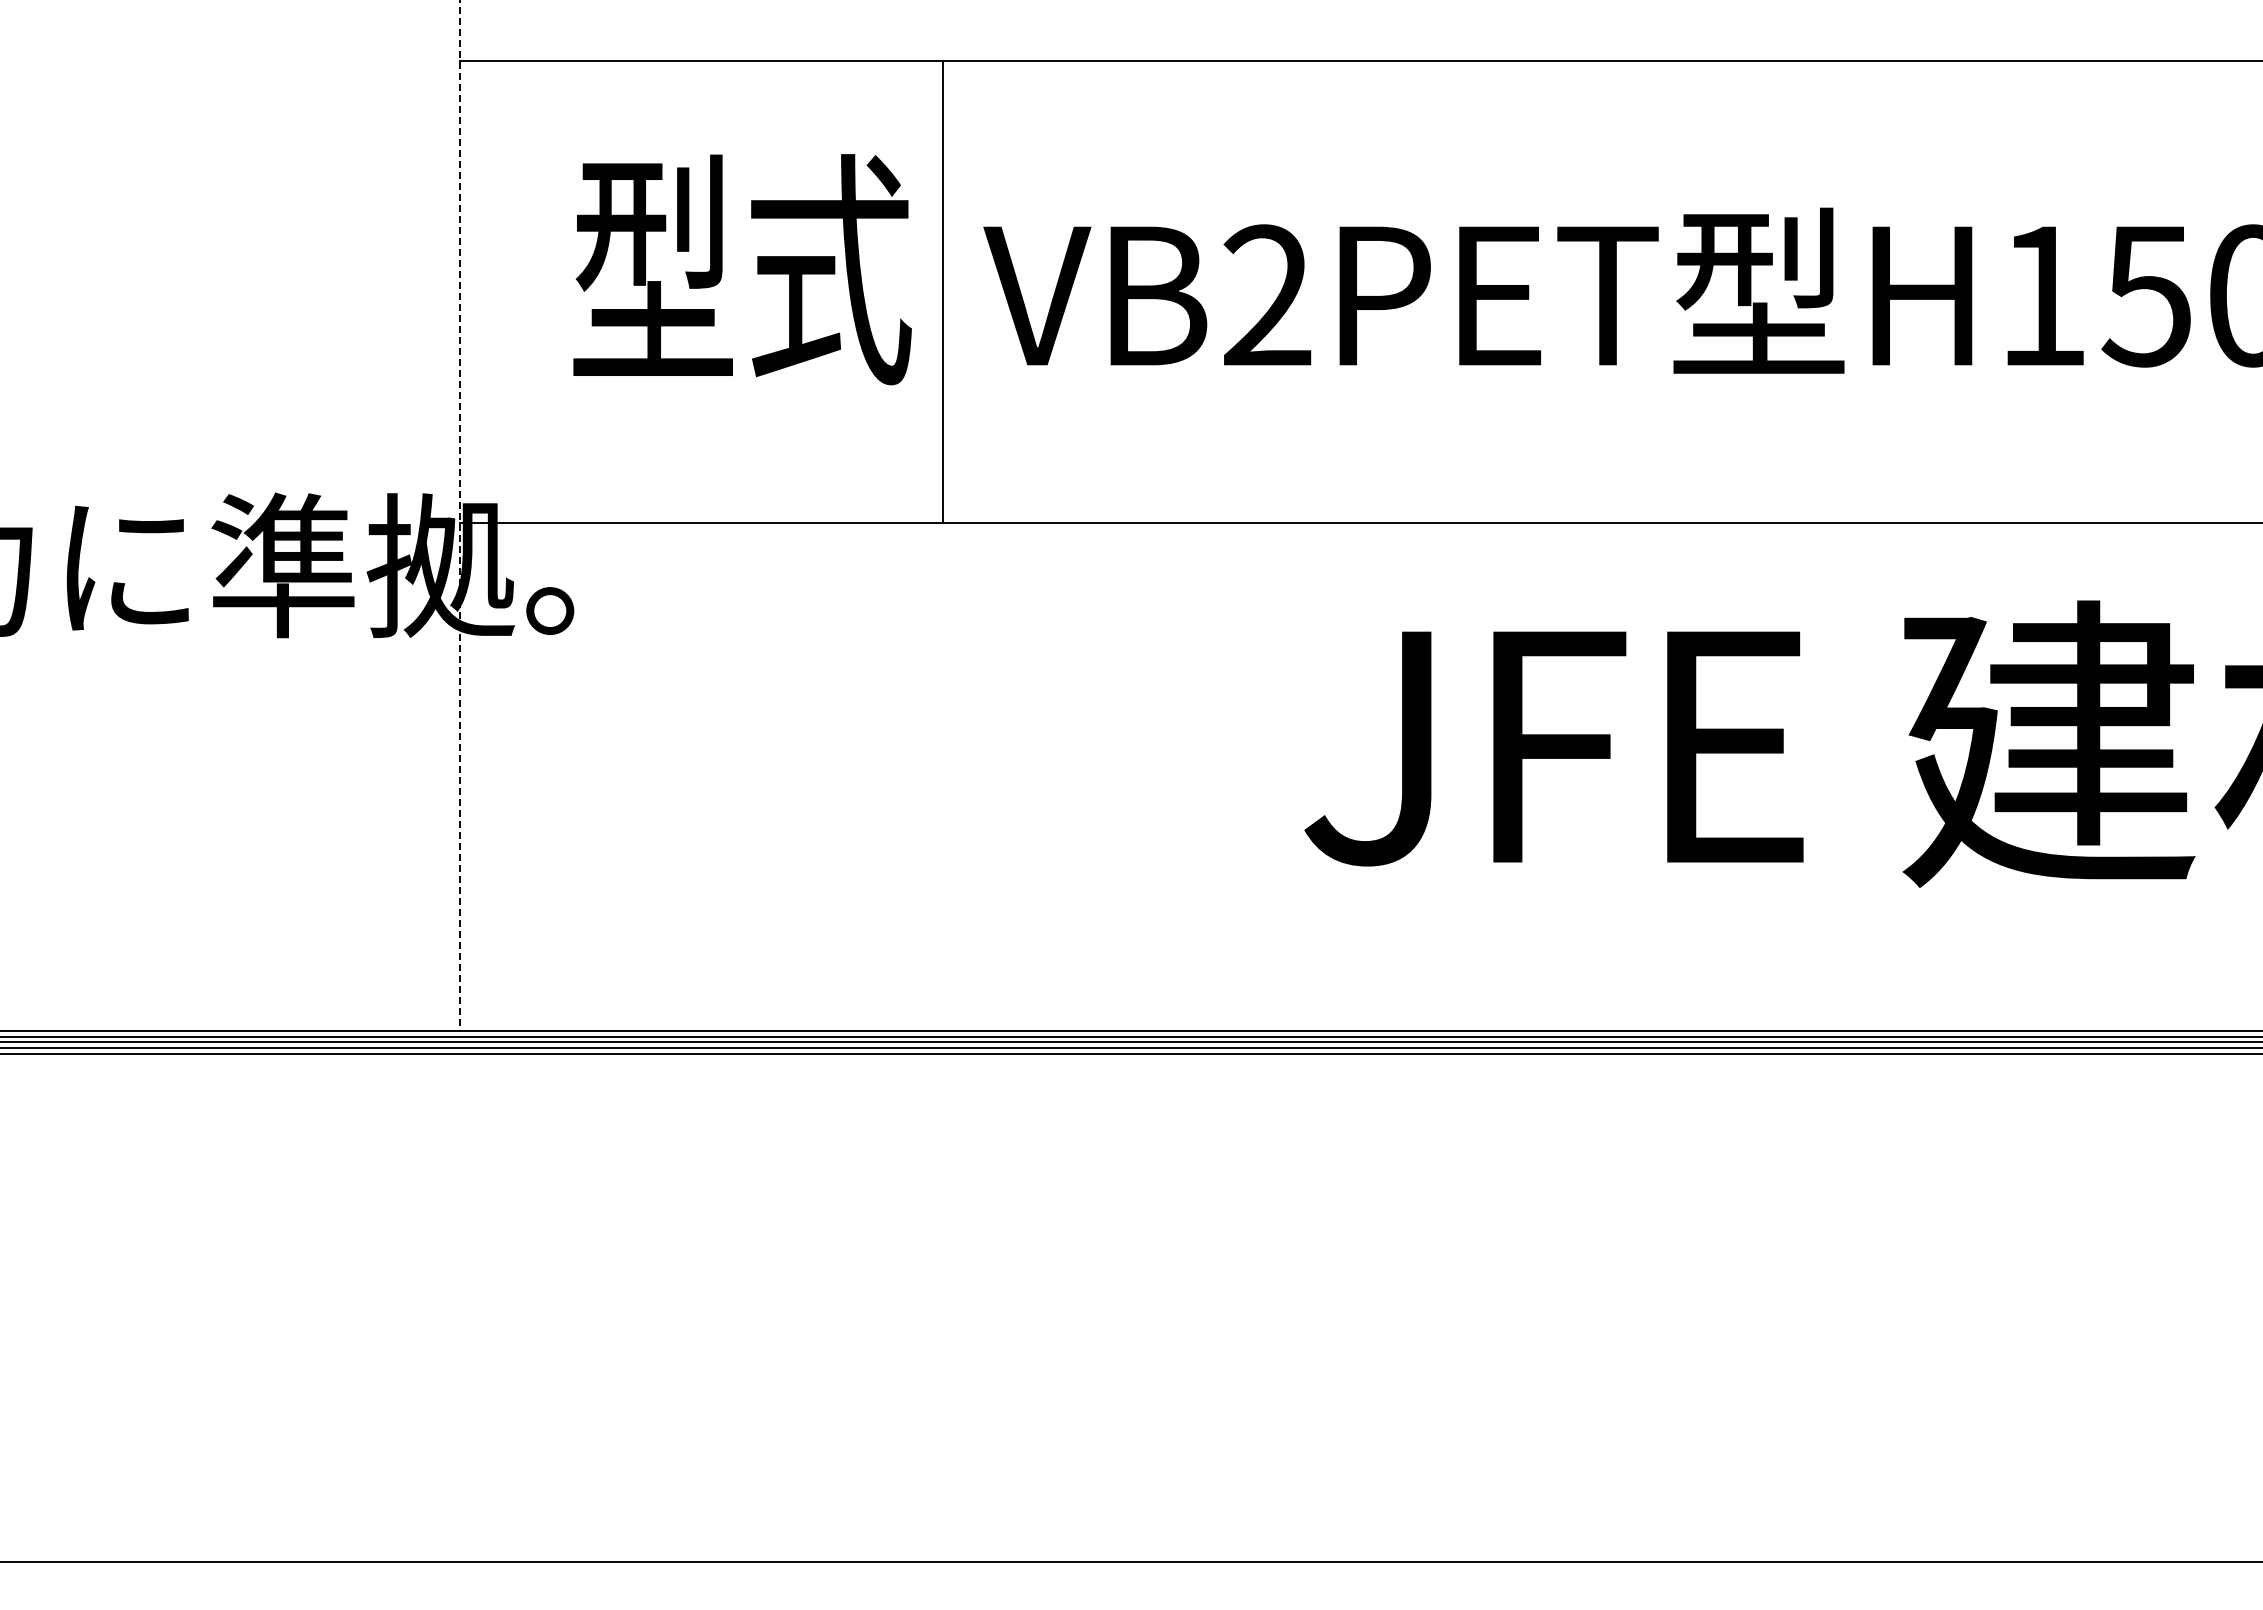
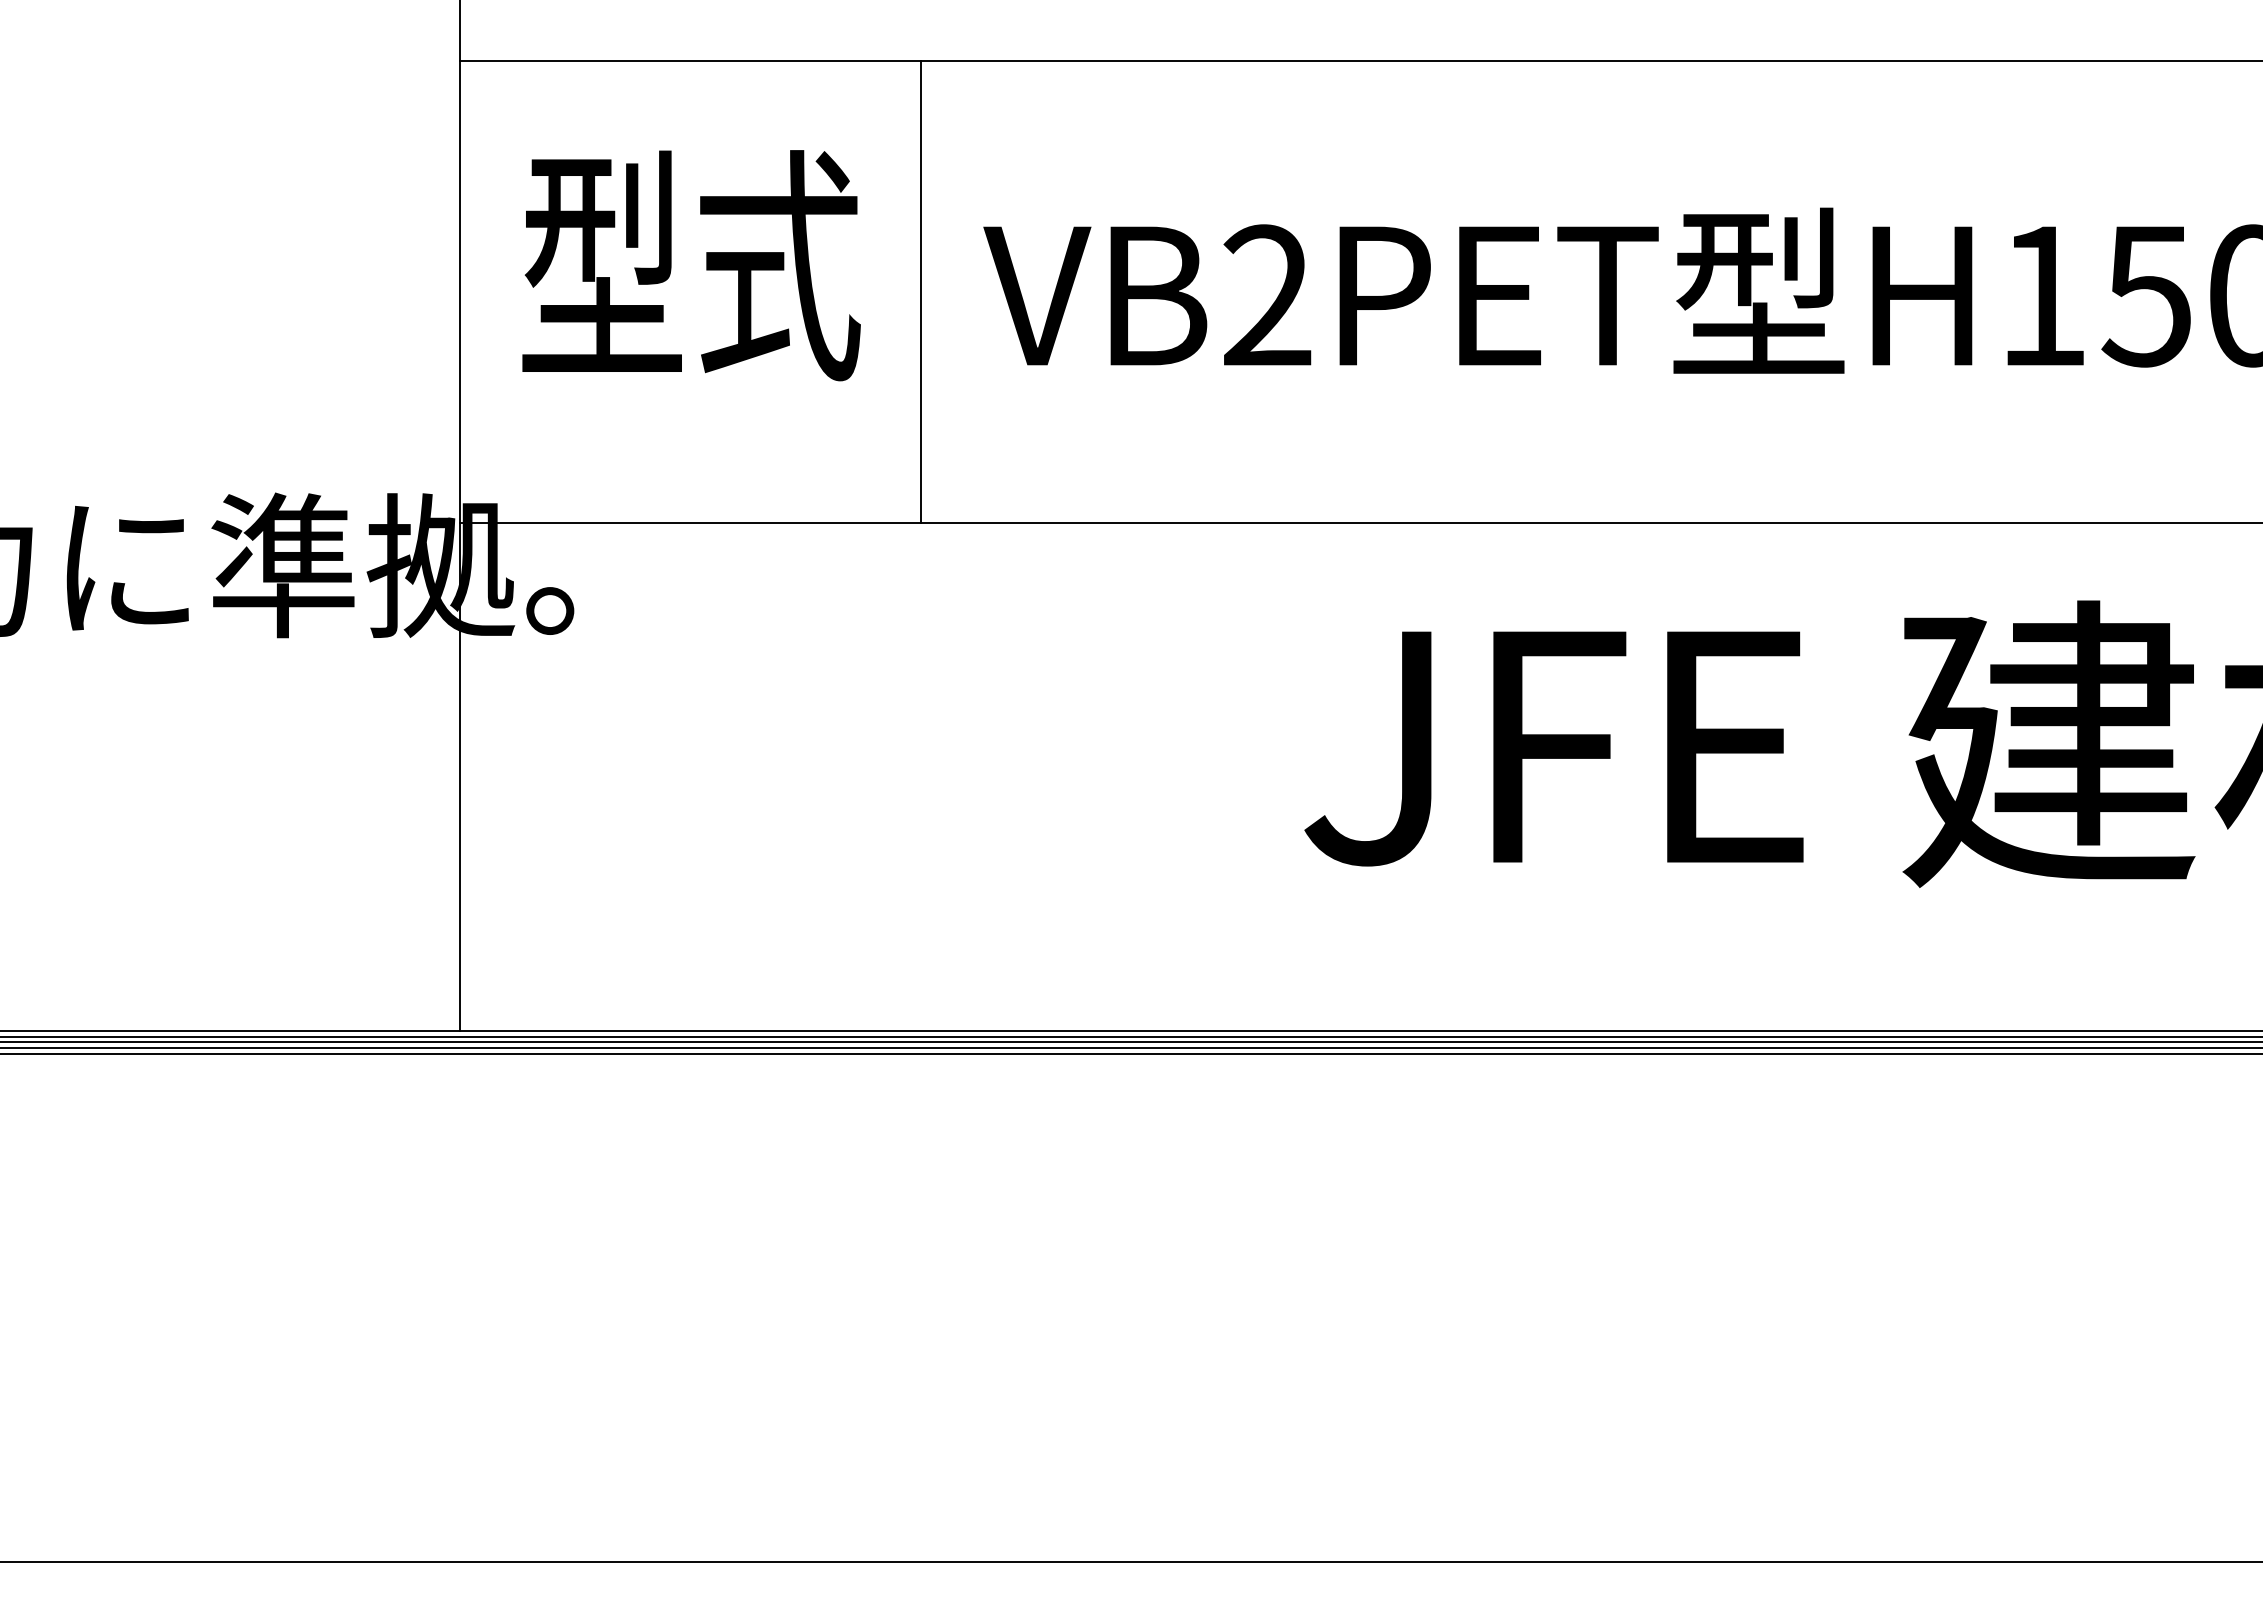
text at (742, 269) position: (742, 269) -> (691, 265)
line at (943, 292) position: (943, 292) -> (921, 292)
line at (459, 516): dashed -> solid
